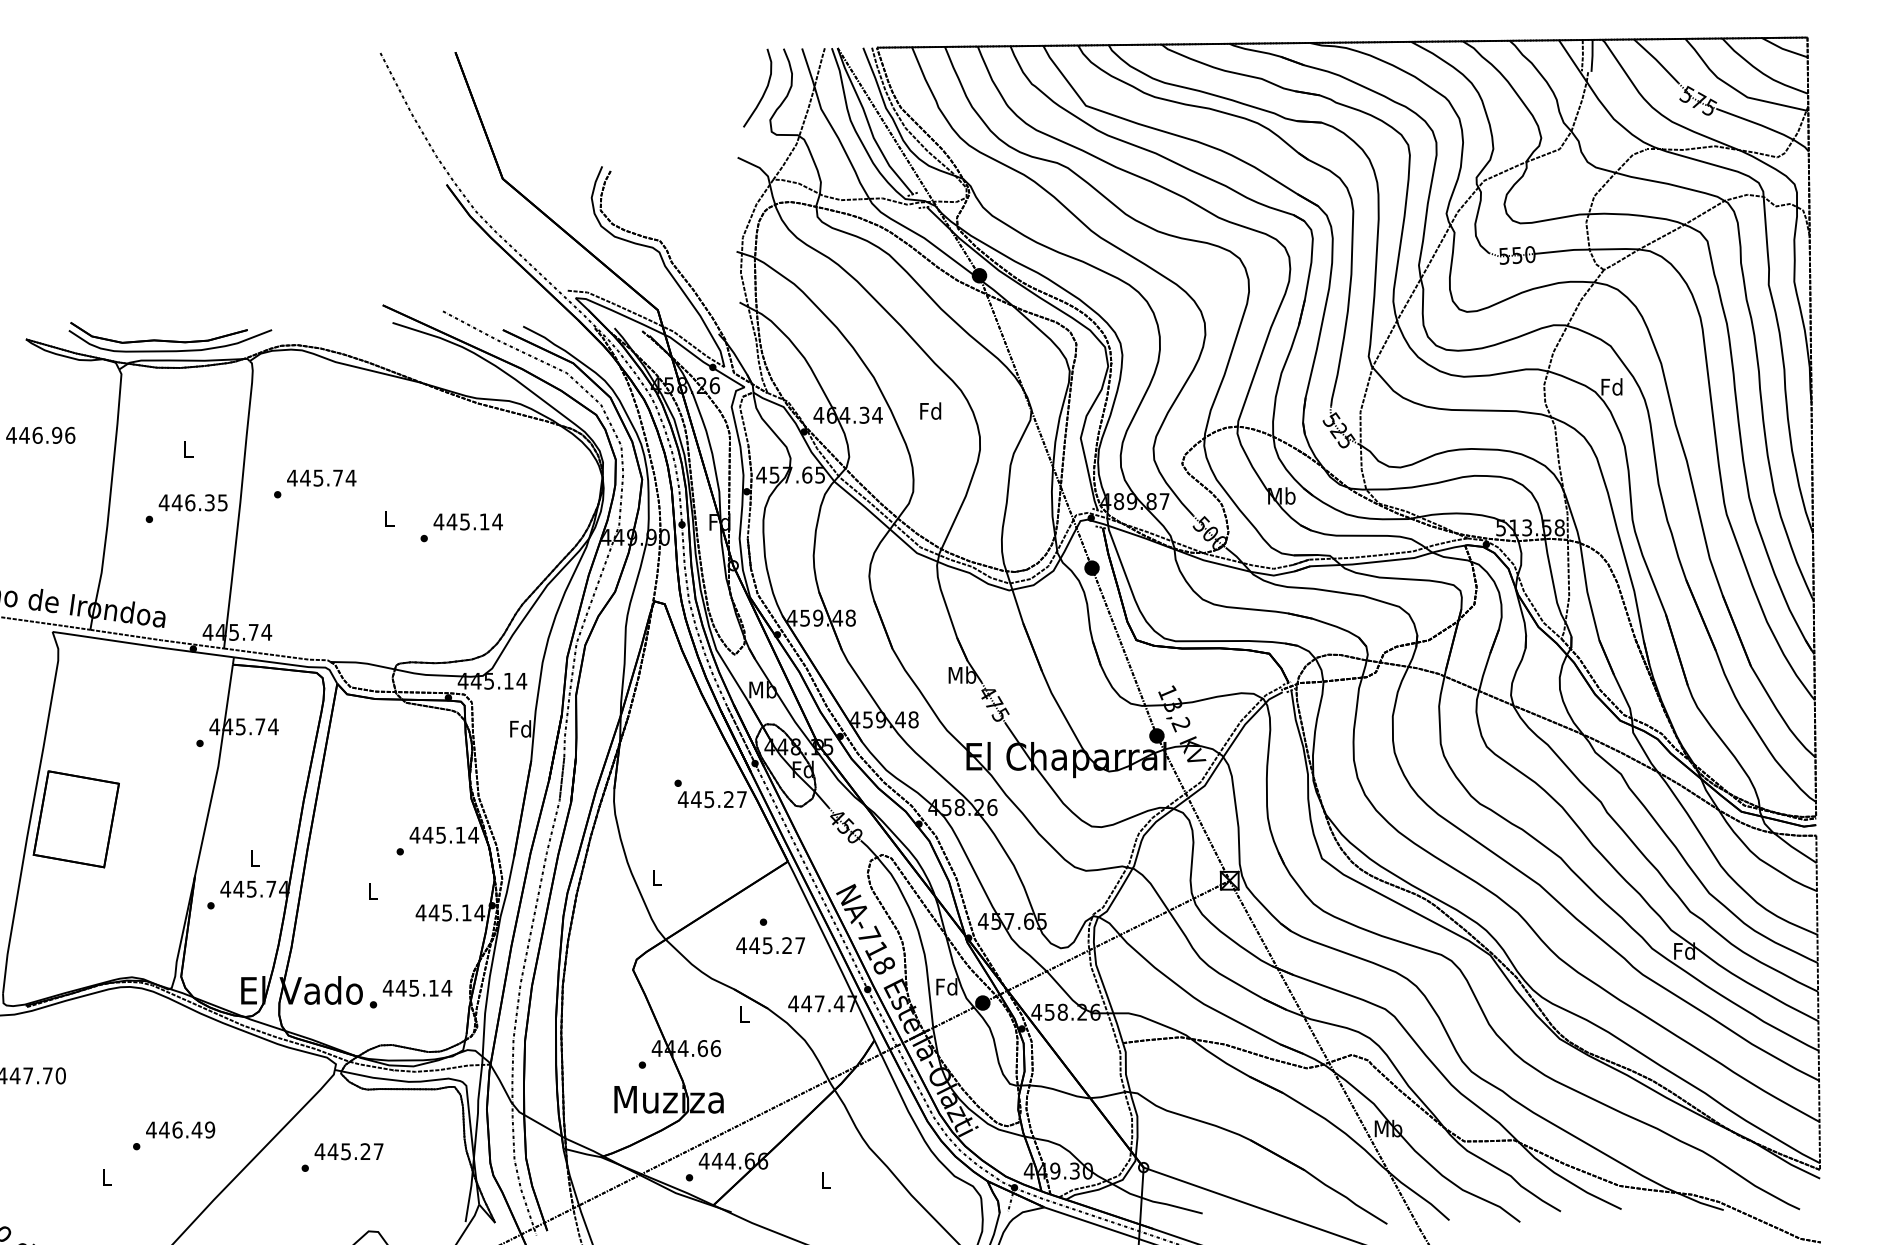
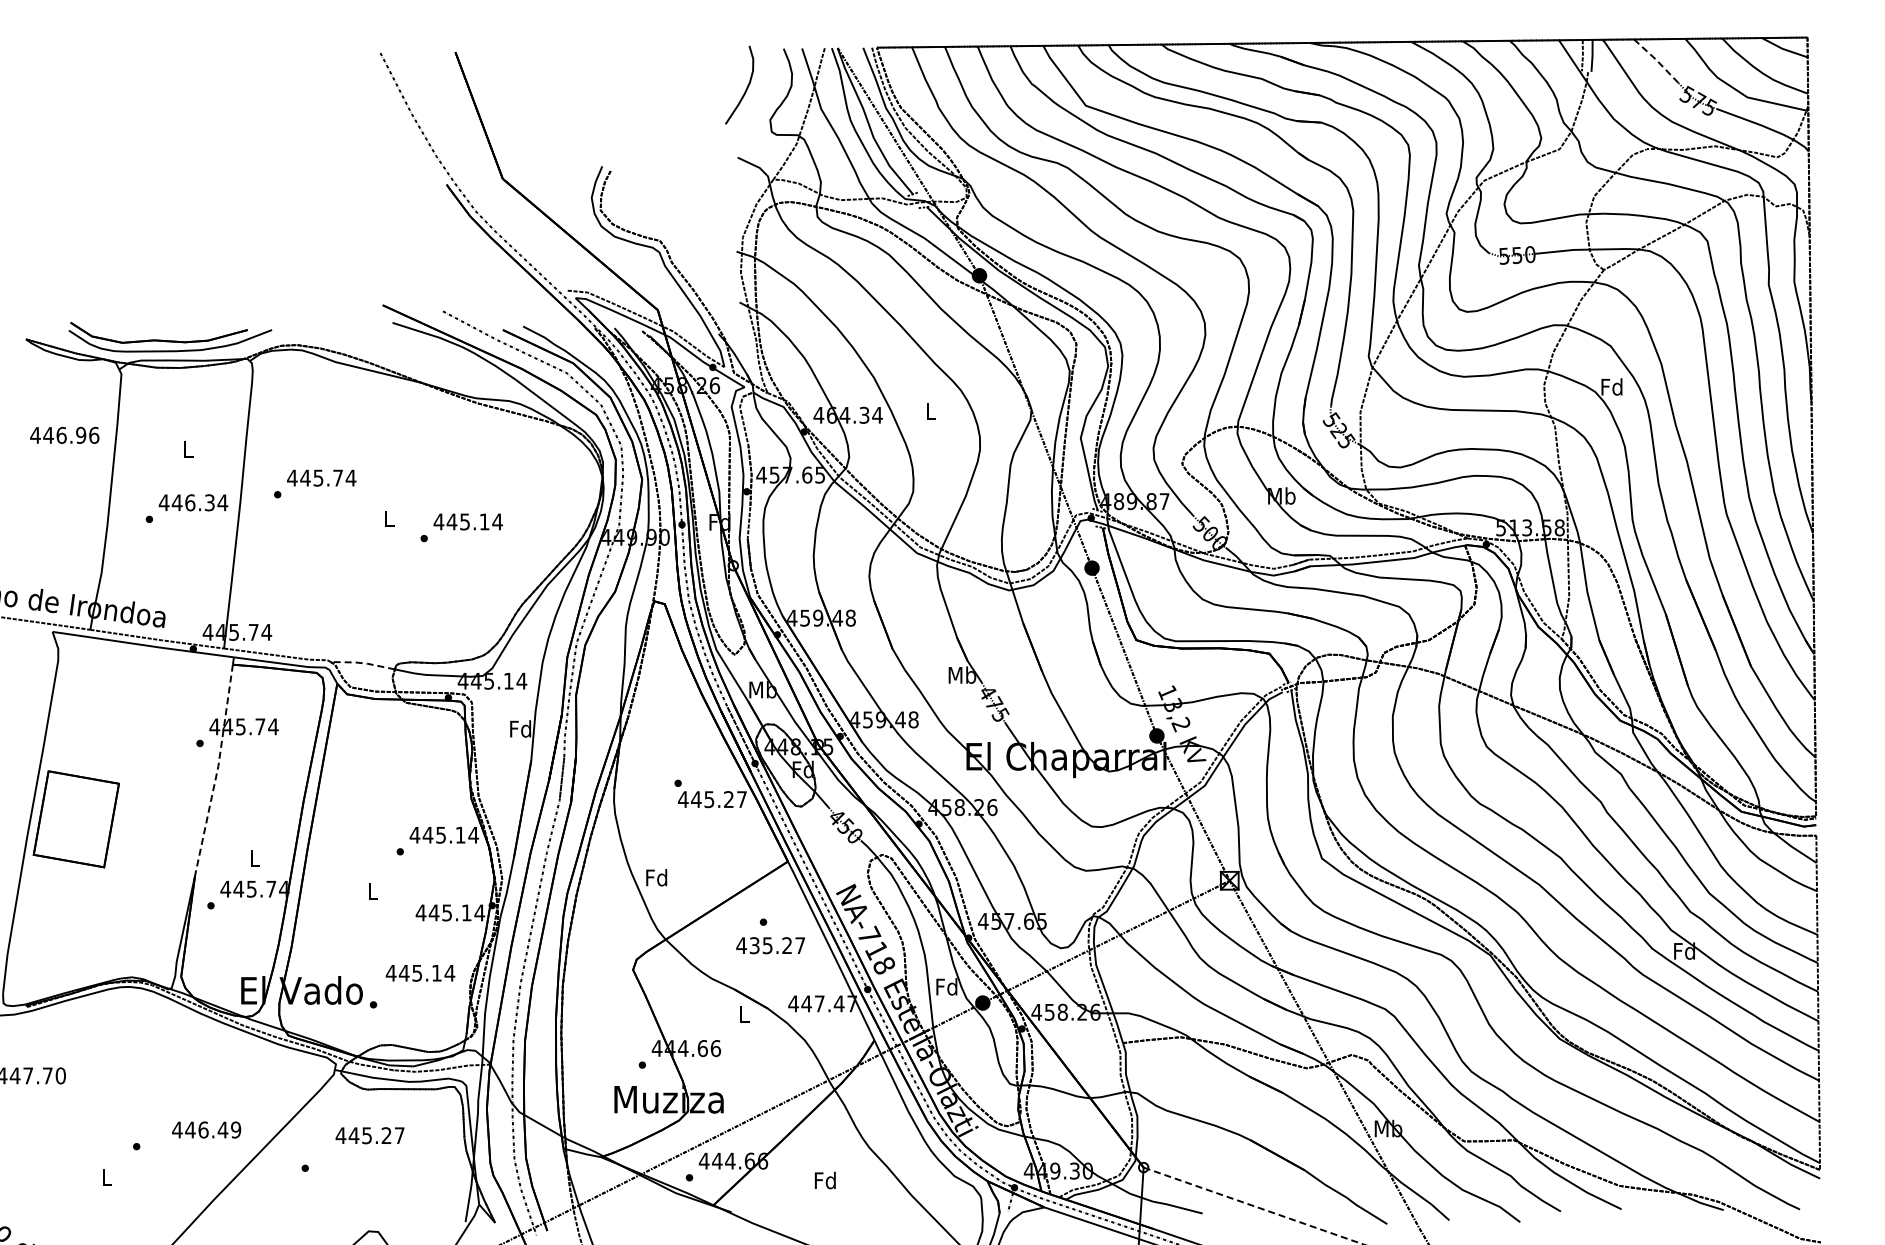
line at (1656, 60): solid -> dashed
curve at (764, 90) position: (764, 90) -> (746, 87)
text at (930, 410): Fd -> L
text at (40, 434) position: (40, 434) -> (64, 434)
text at (222, 502): 446.35 -> 446.34
line at (362, 663): solid -> dashed
line at (217, 770): solid -> dashed
text at (656, 877): L -> Fd
text at (754, 945): 445.27 -> 435.27
text at (417, 988) position: (417, 988) -> (420, 973)
text at (180, 1129) position: (180, 1129) -> (206, 1129)
text at (348, 1151) position: (348, 1151) -> (369, 1135)
text at (824, 1180): L -> Fd
line at (1254, 1206): solid -> dashed
